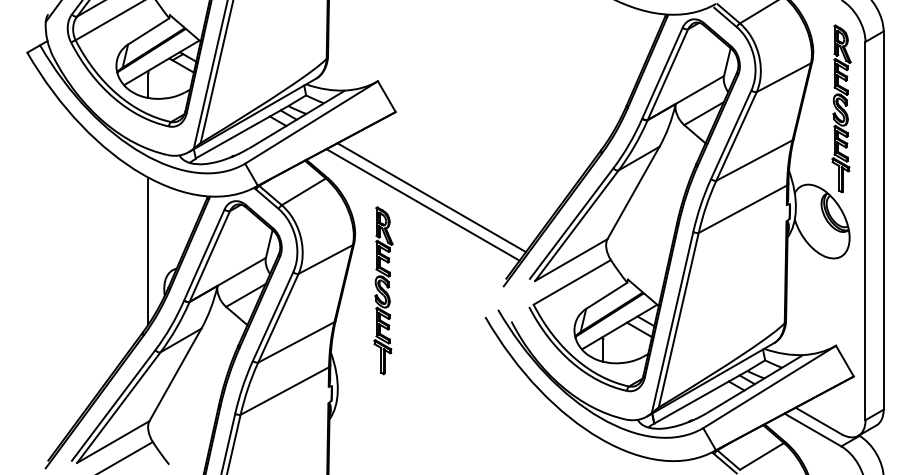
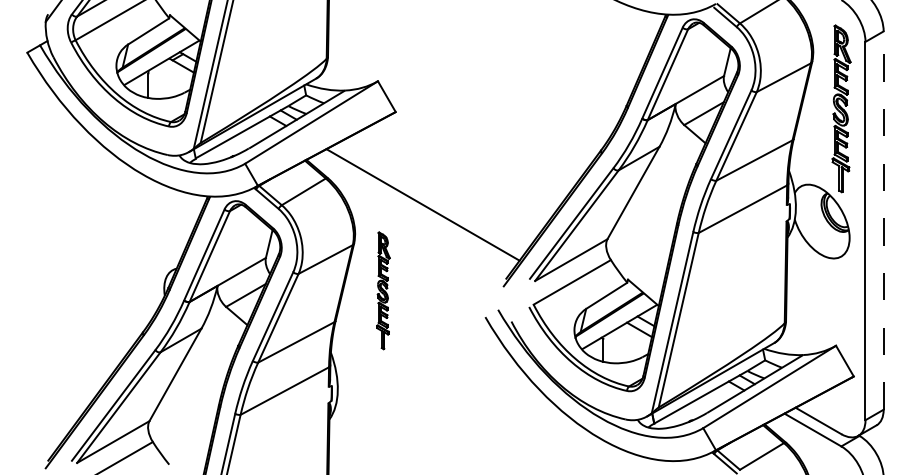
line at (431, 197): present -> none
line at (883, 220): solid -> dashed
line at (148, 250): present -> none
part at (383, 290) size: 21x170 px -> 15x120 px
